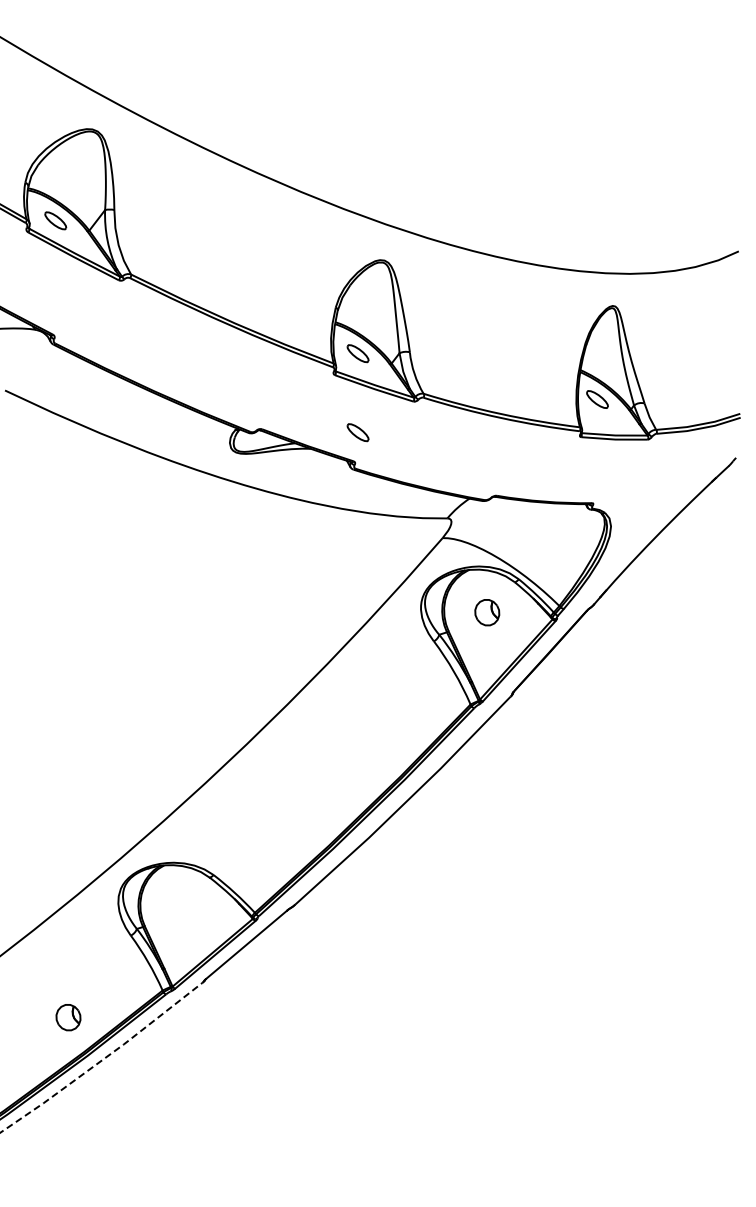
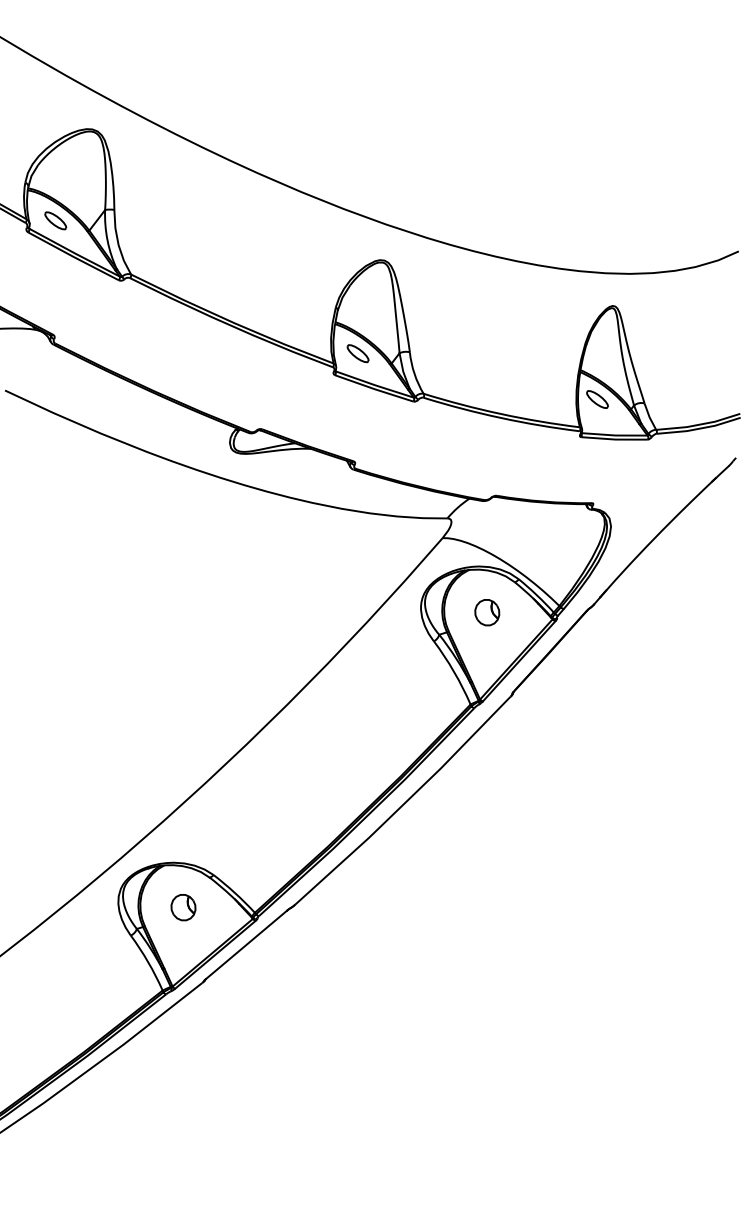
part at (357, 432): present -> none
part at (68, 1017) position: (68, 1017) -> (183, 907)
line at (103, 1059): dashed -> solid
